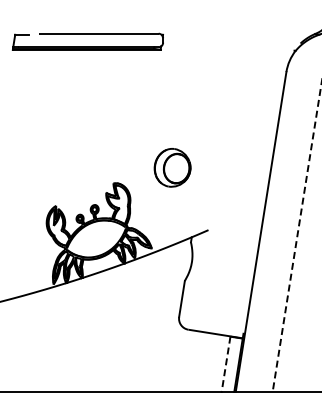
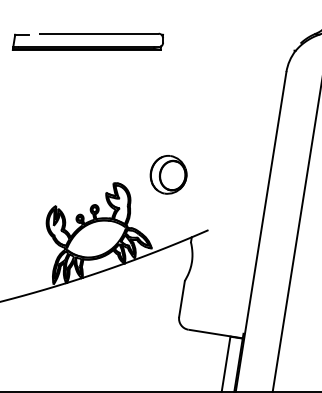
part at (172, 167) position: (172, 167) -> (168, 174)
line at (297, 236): dashed -> solid
line at (225, 365): dashed -> solid
